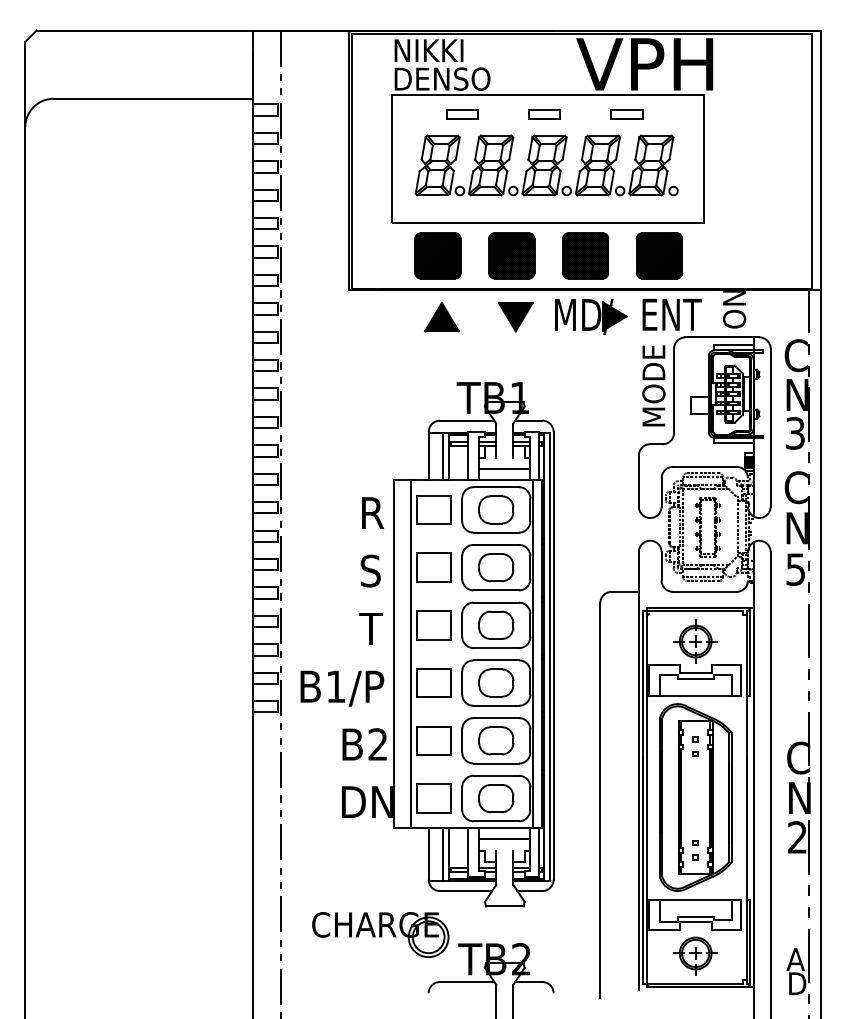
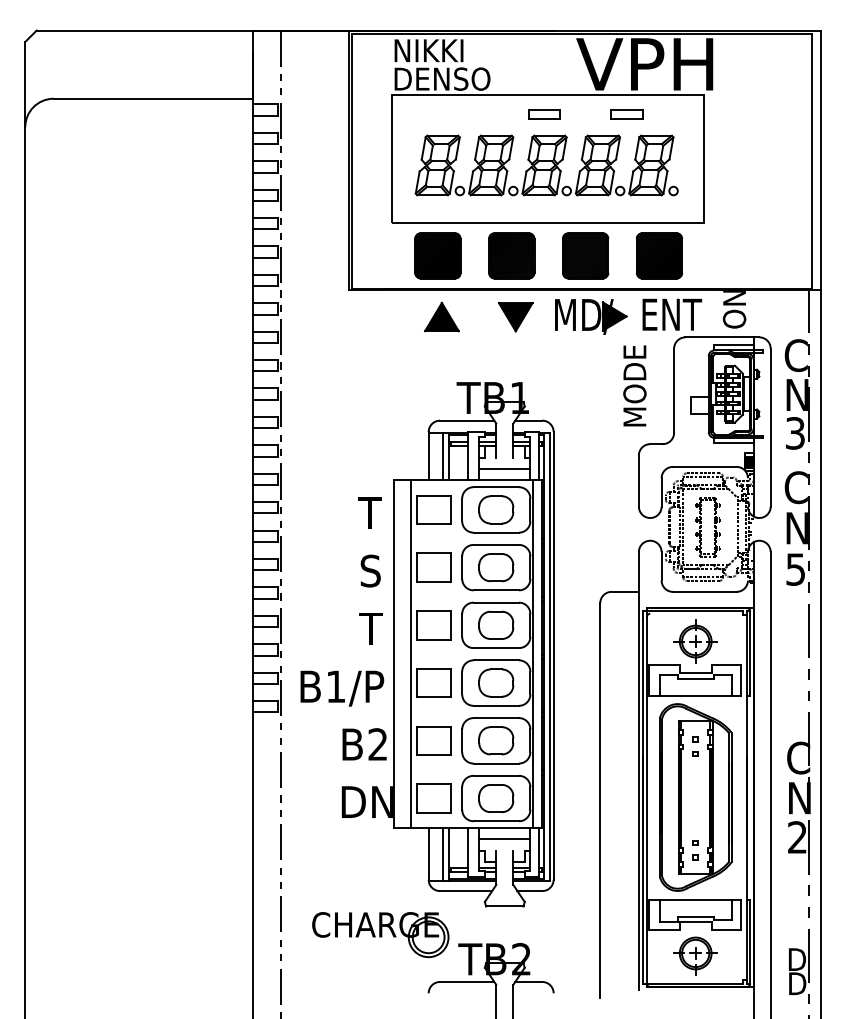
part at (462, 114): present -> none
text at (653, 385) position: (653, 385) -> (634, 385)
text at (371, 512): R -> T
text at (795, 959): A -> D
